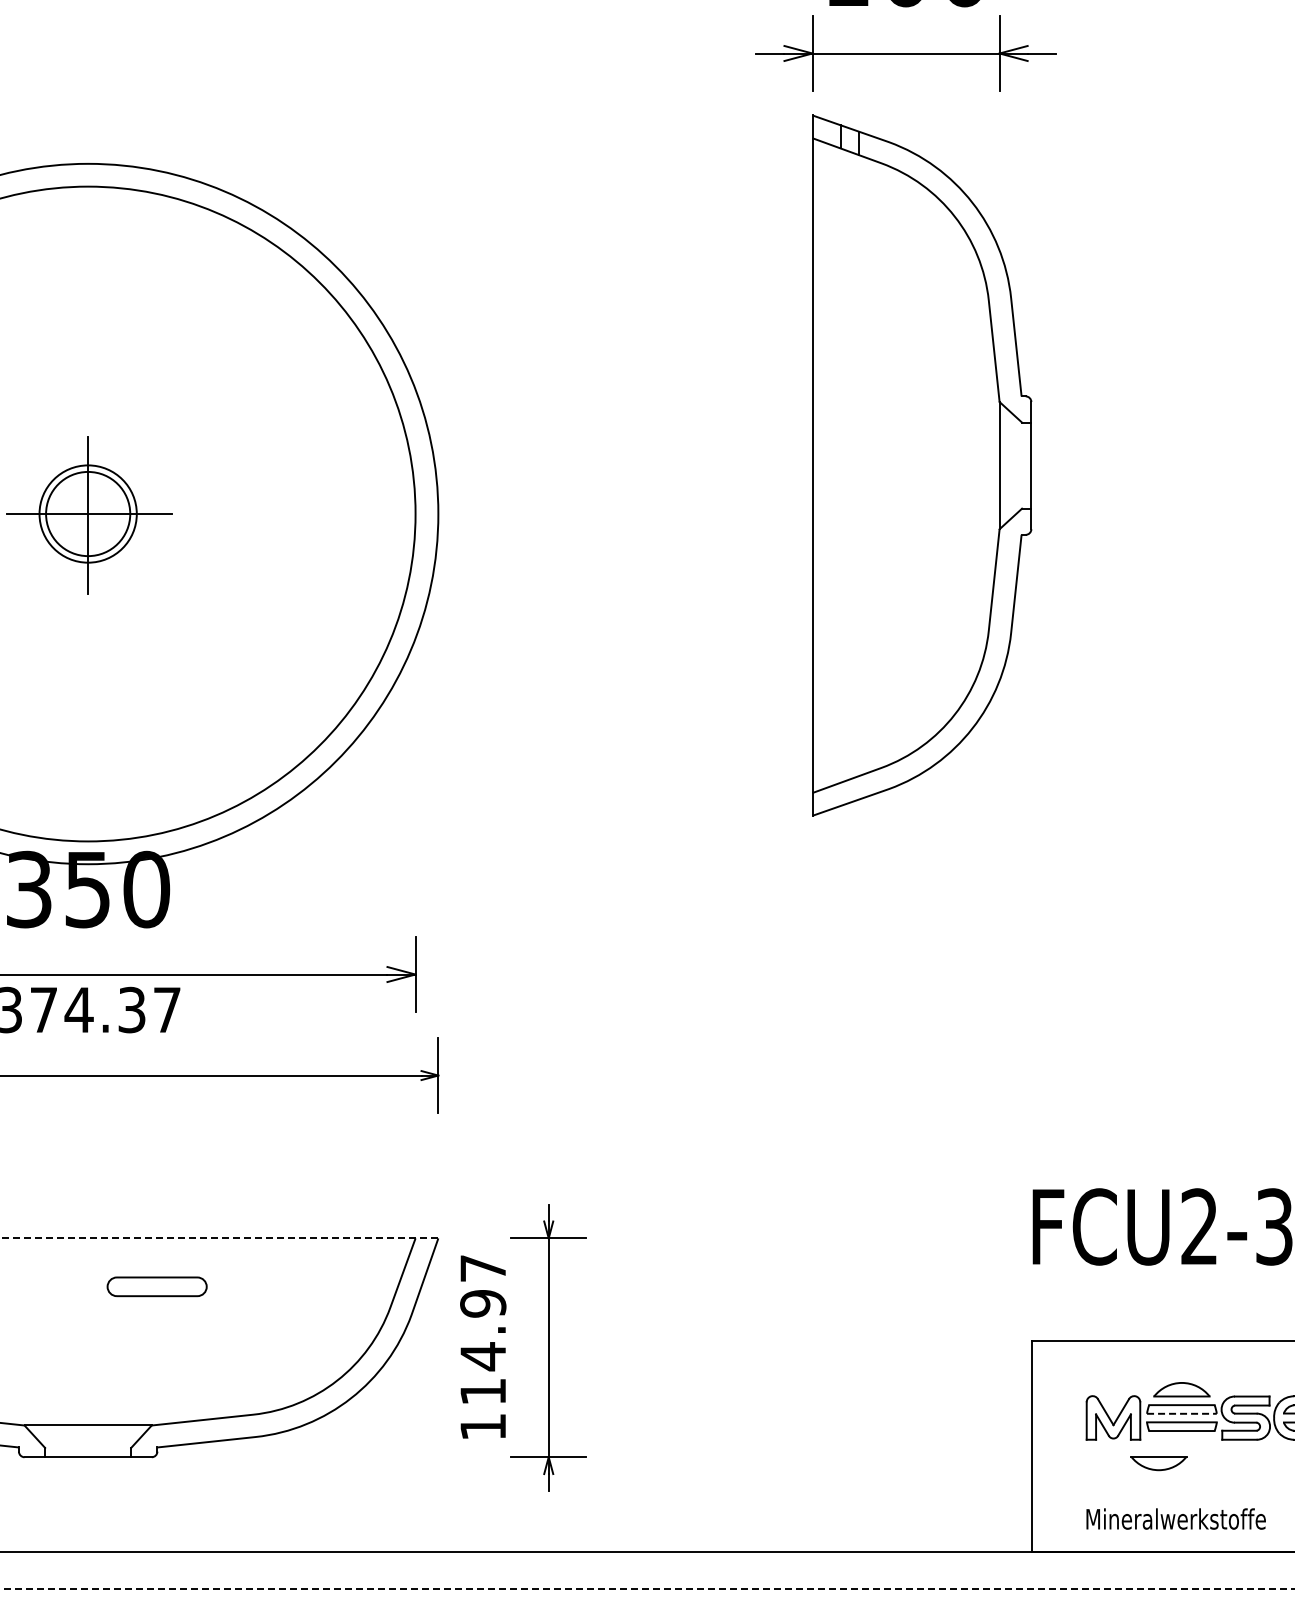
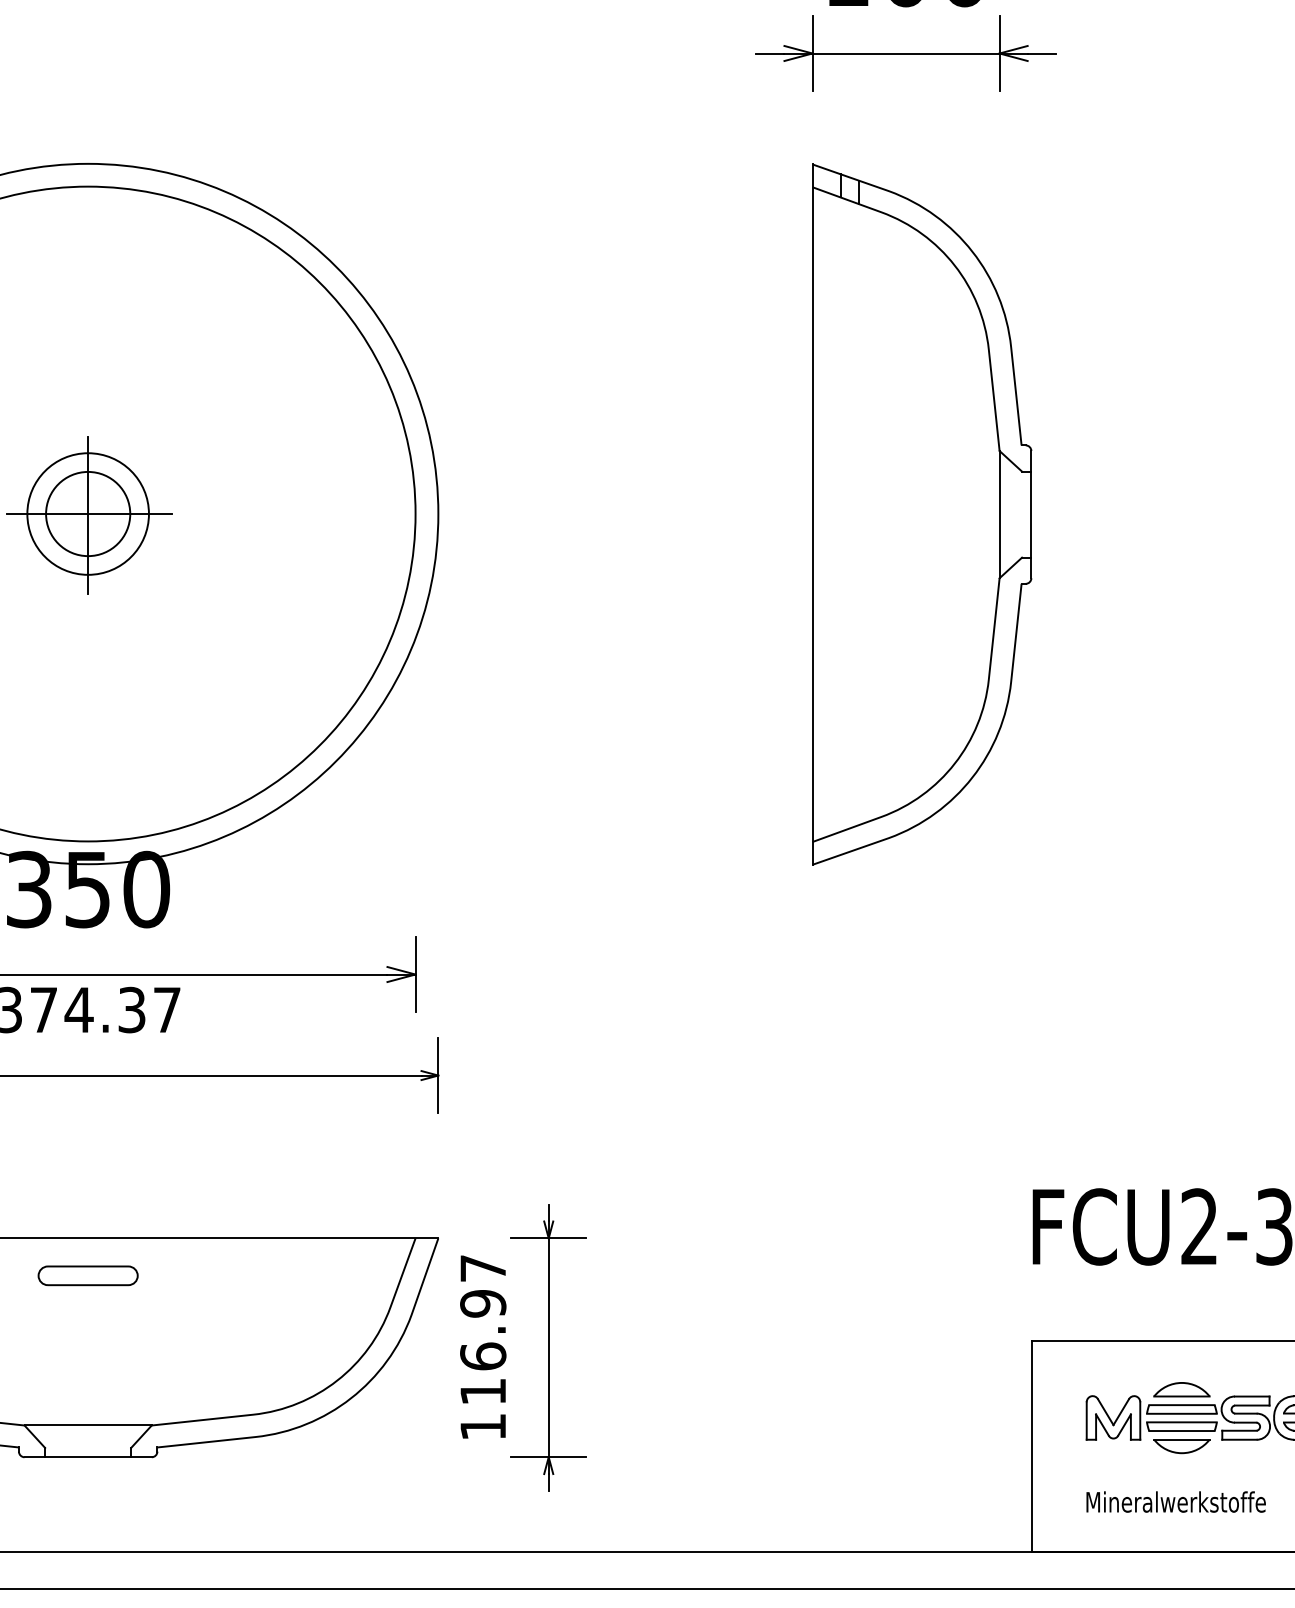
part at (922, 465) position: (922, 465) -> (922, 514)
circle at (87, 513) diameter: 97 px -> 122 px
line at (219, 1238): dashed -> solid
part at (156, 1286) position: (156, 1286) -> (87, 1275)
text at (483, 1356): 114.97 -> 116.97
line at (1181, 1413): dashed -> solid
part at (1158, 1463) position: (1158, 1463) -> (1181, 1446)
text at (1175, 1518) position: (1175, 1518) -> (1175, 1501)
line at (647, 1588): dashed -> solid
